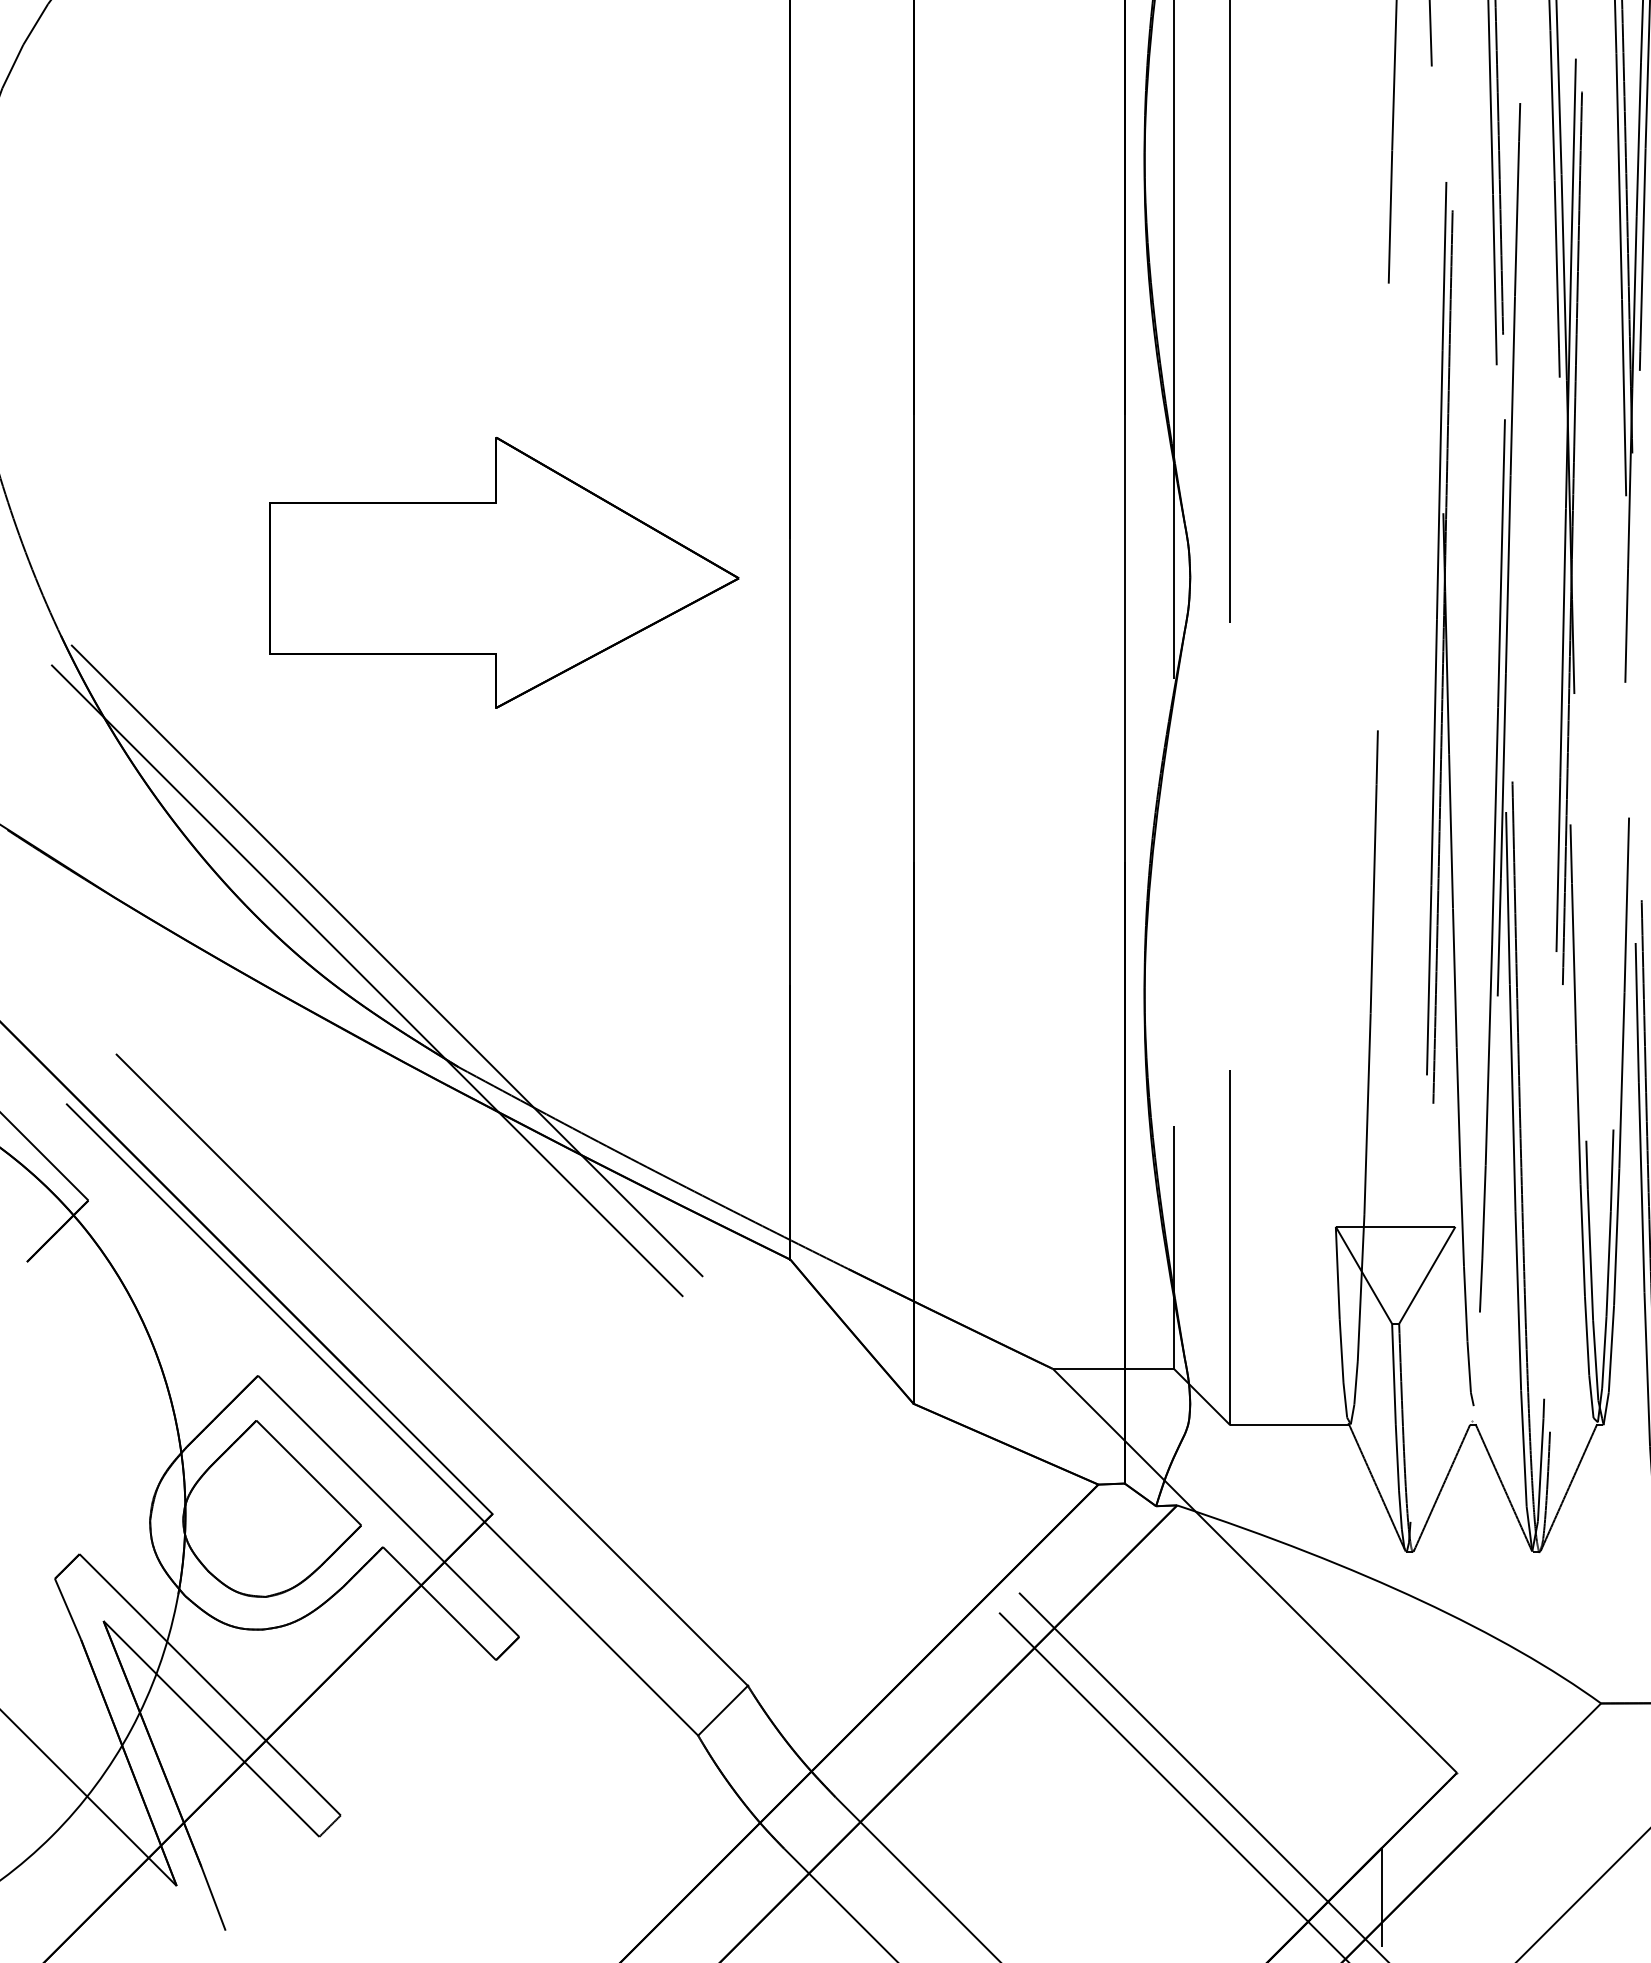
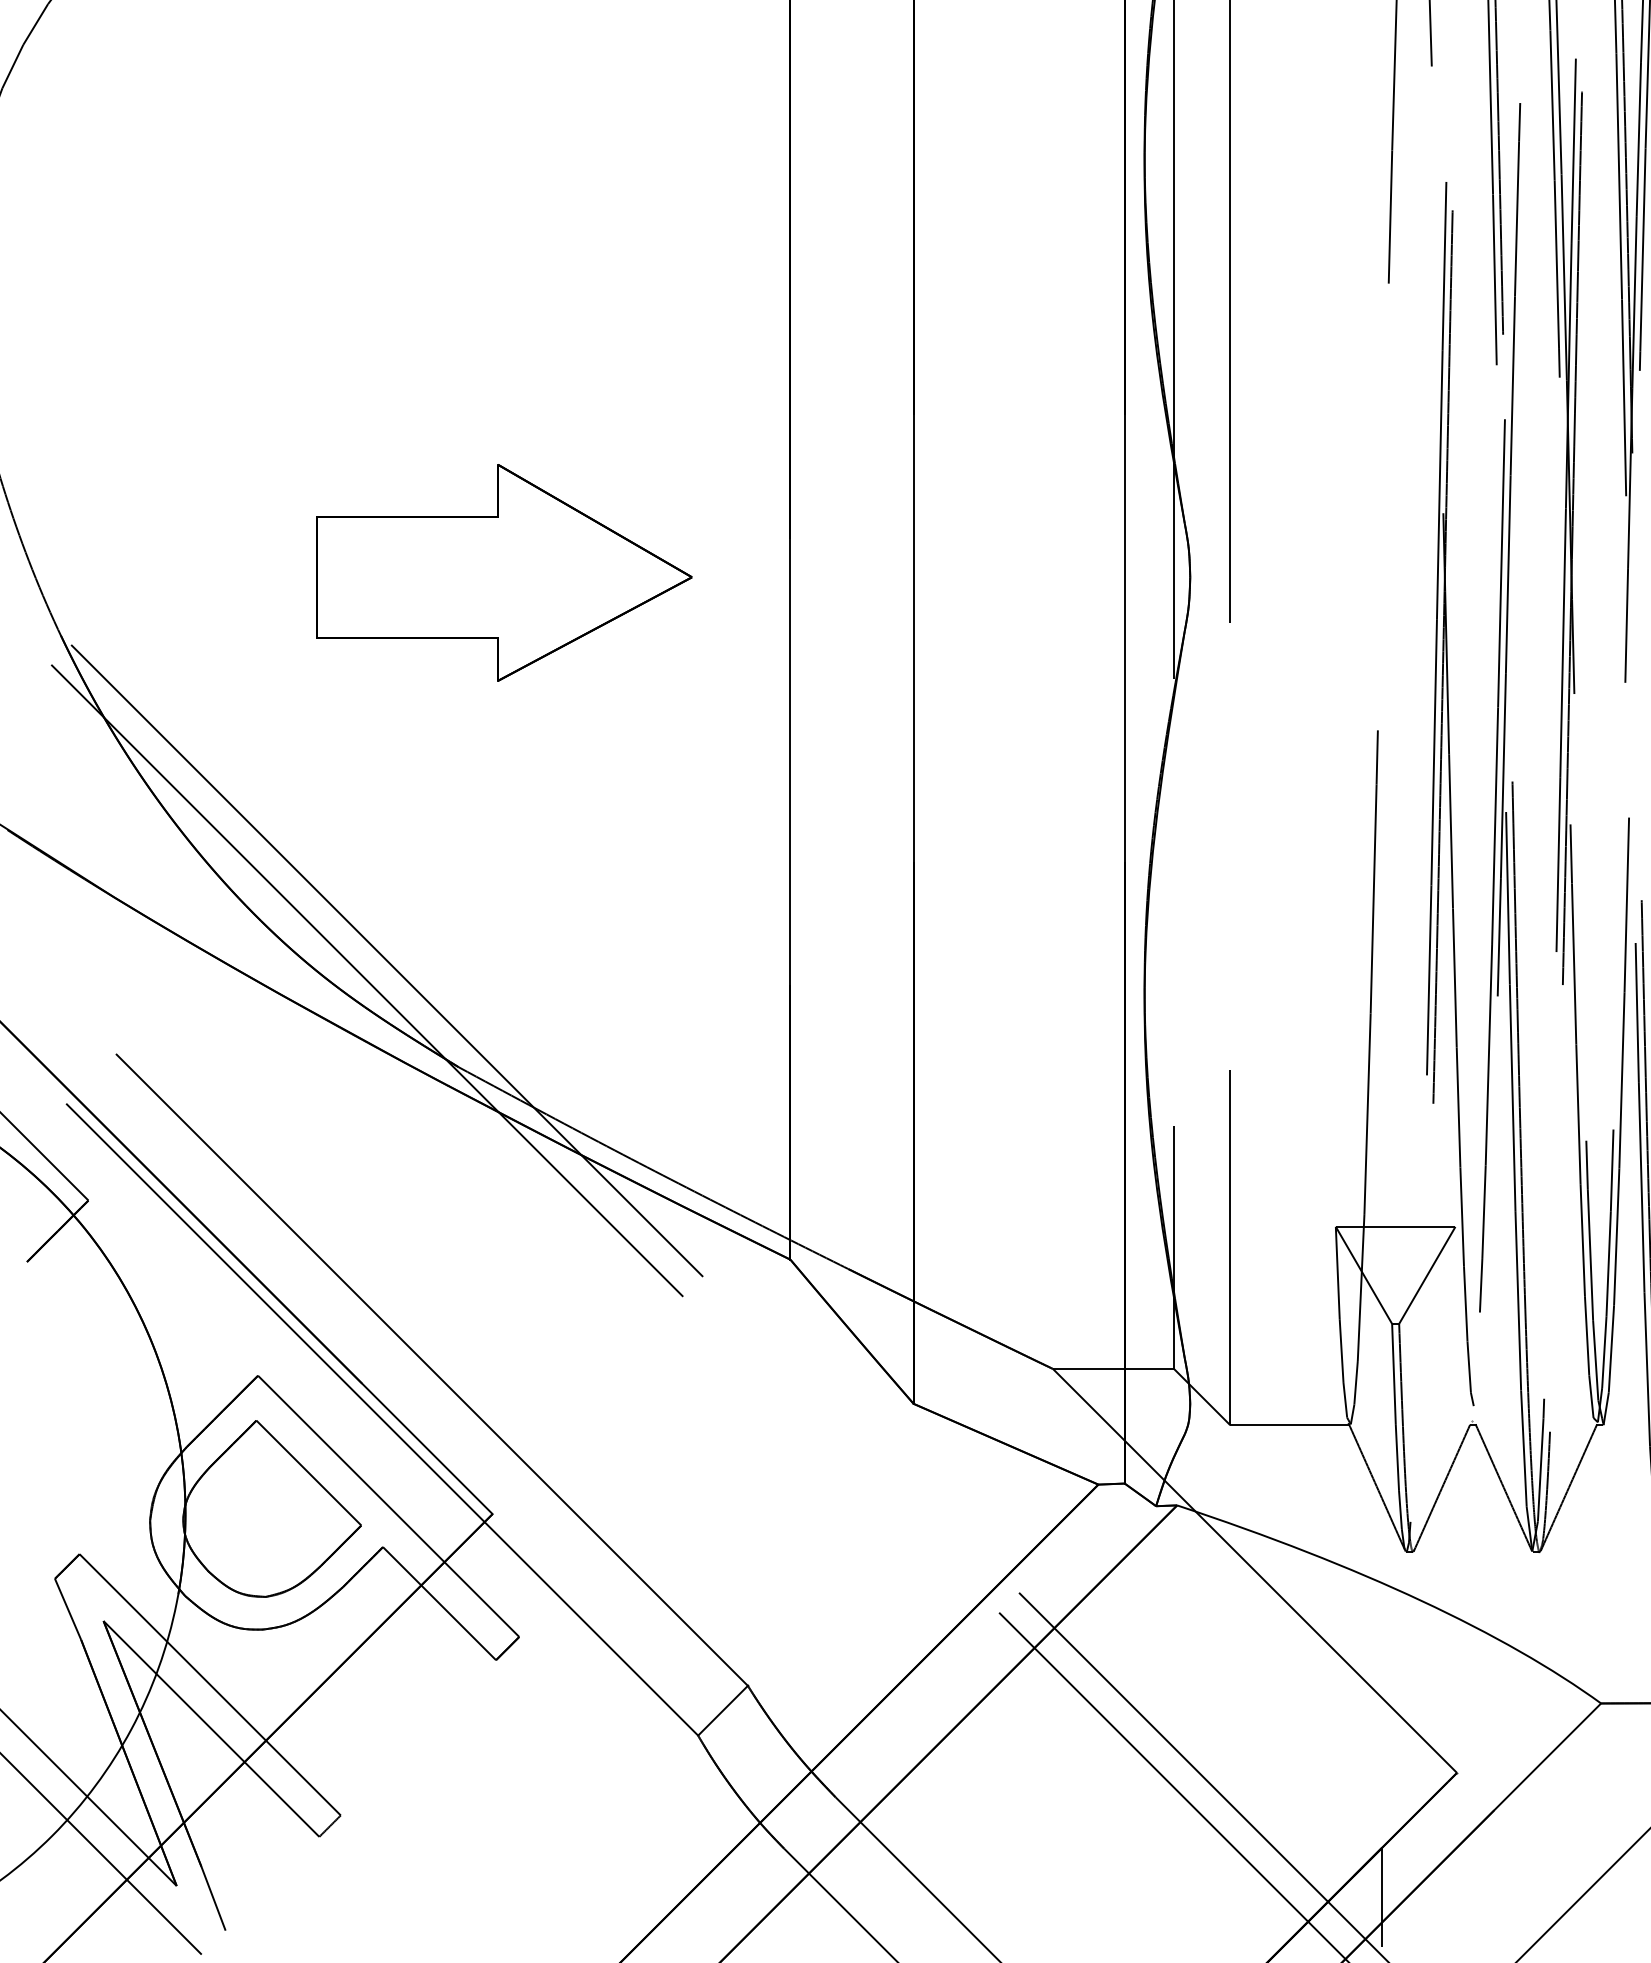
part at (504, 572) size: 471x272 px -> 377x218 px
line at (101, 1854): none -> present
